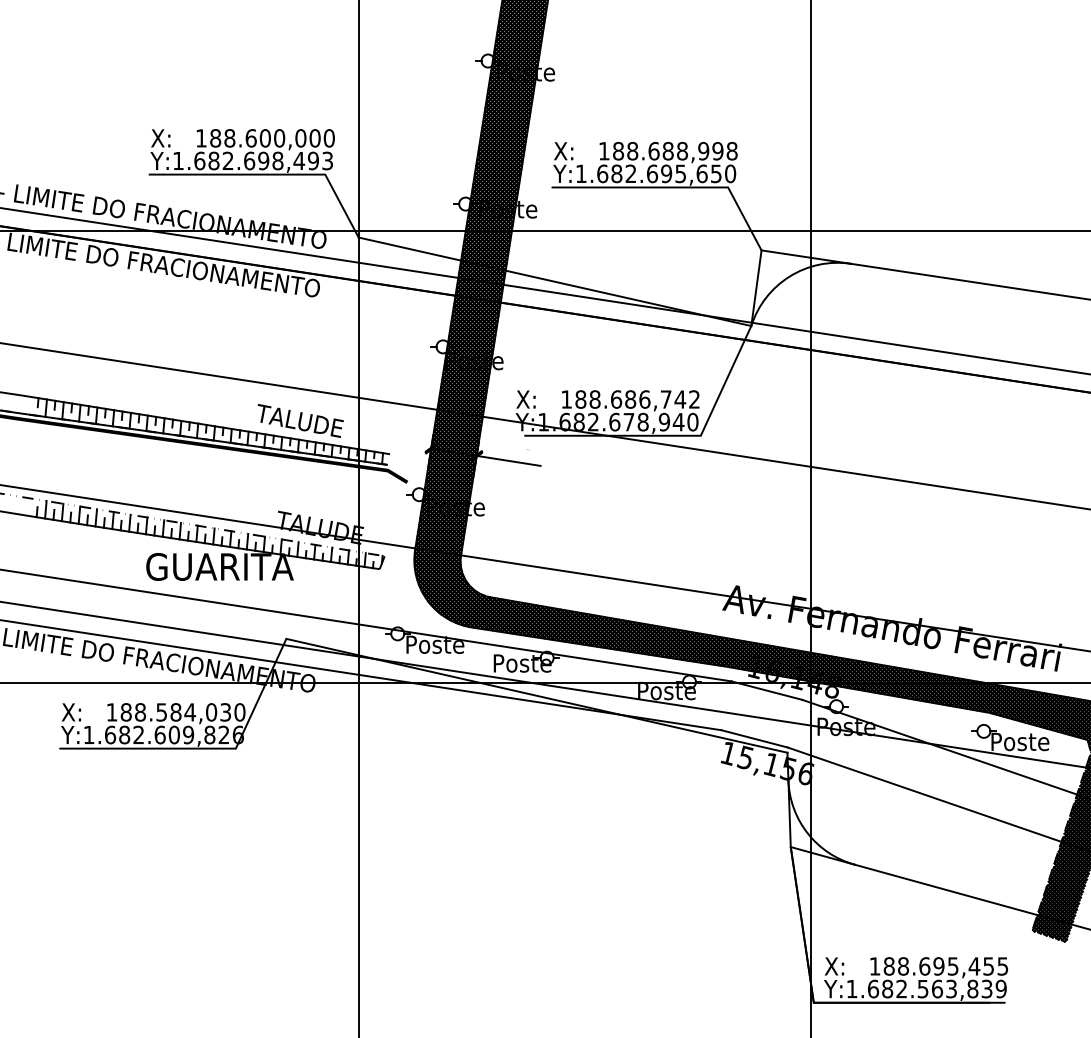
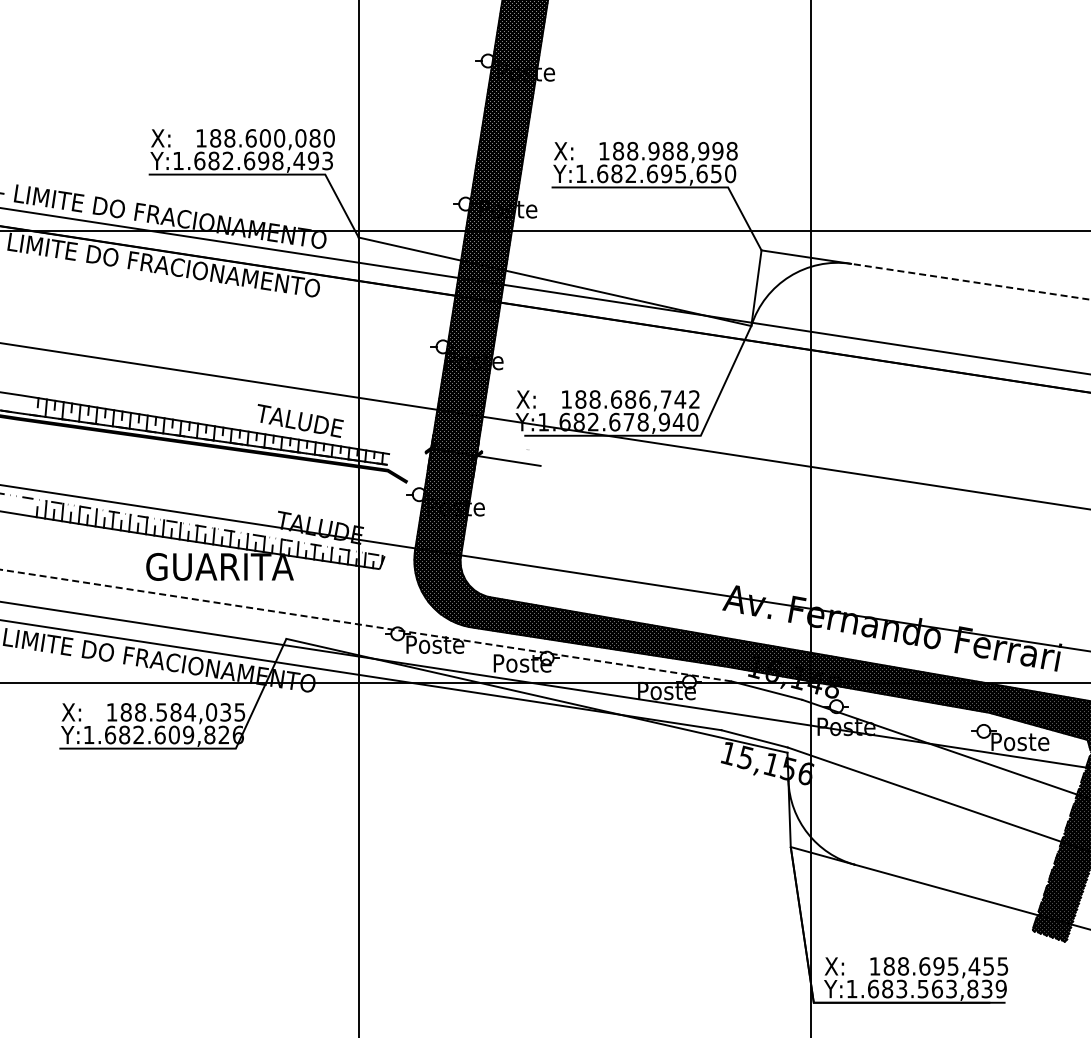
text at (314, 138): 188.600,000 -> 188.600,080
text at (653, 150): 188.688,998 -> 188.988,998
line at (970, 281): solid -> dashed
line at (365, 625): solid -> dashed
text at (239, 712): 188.584,030 -> 188.584,035
text at (901, 989): Y:1.682.563,839 -> Y:1.683.563,839
